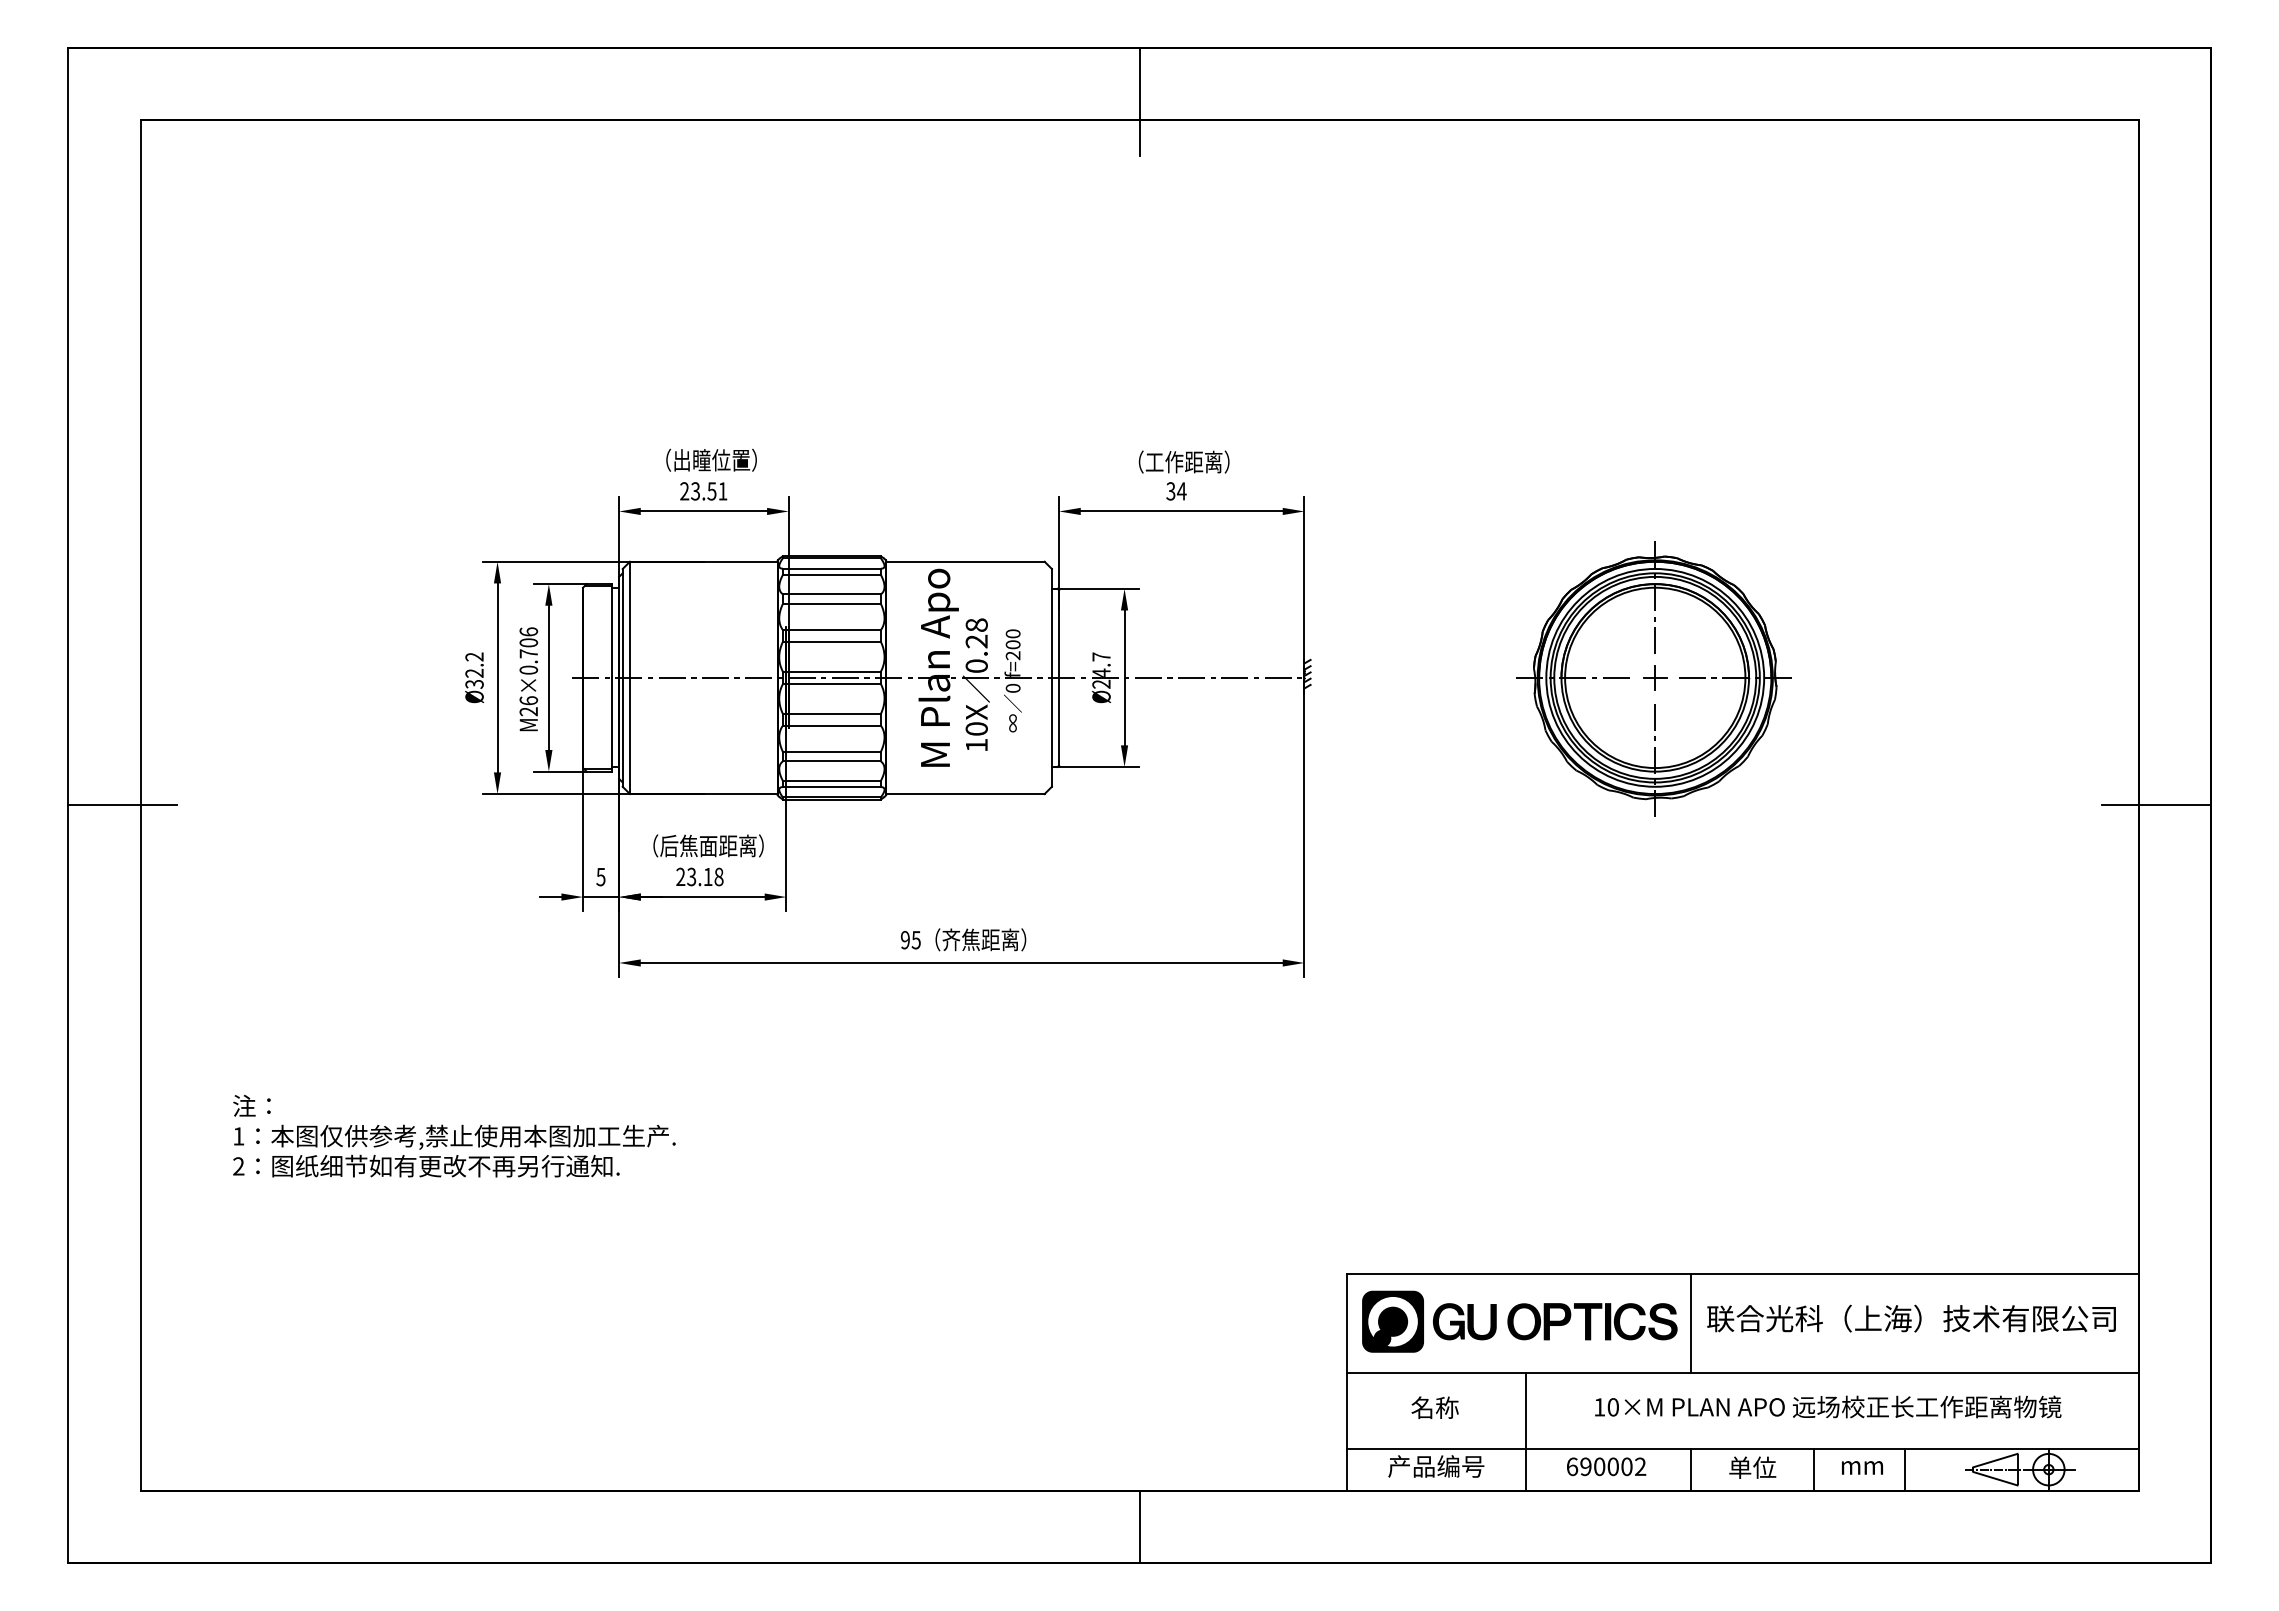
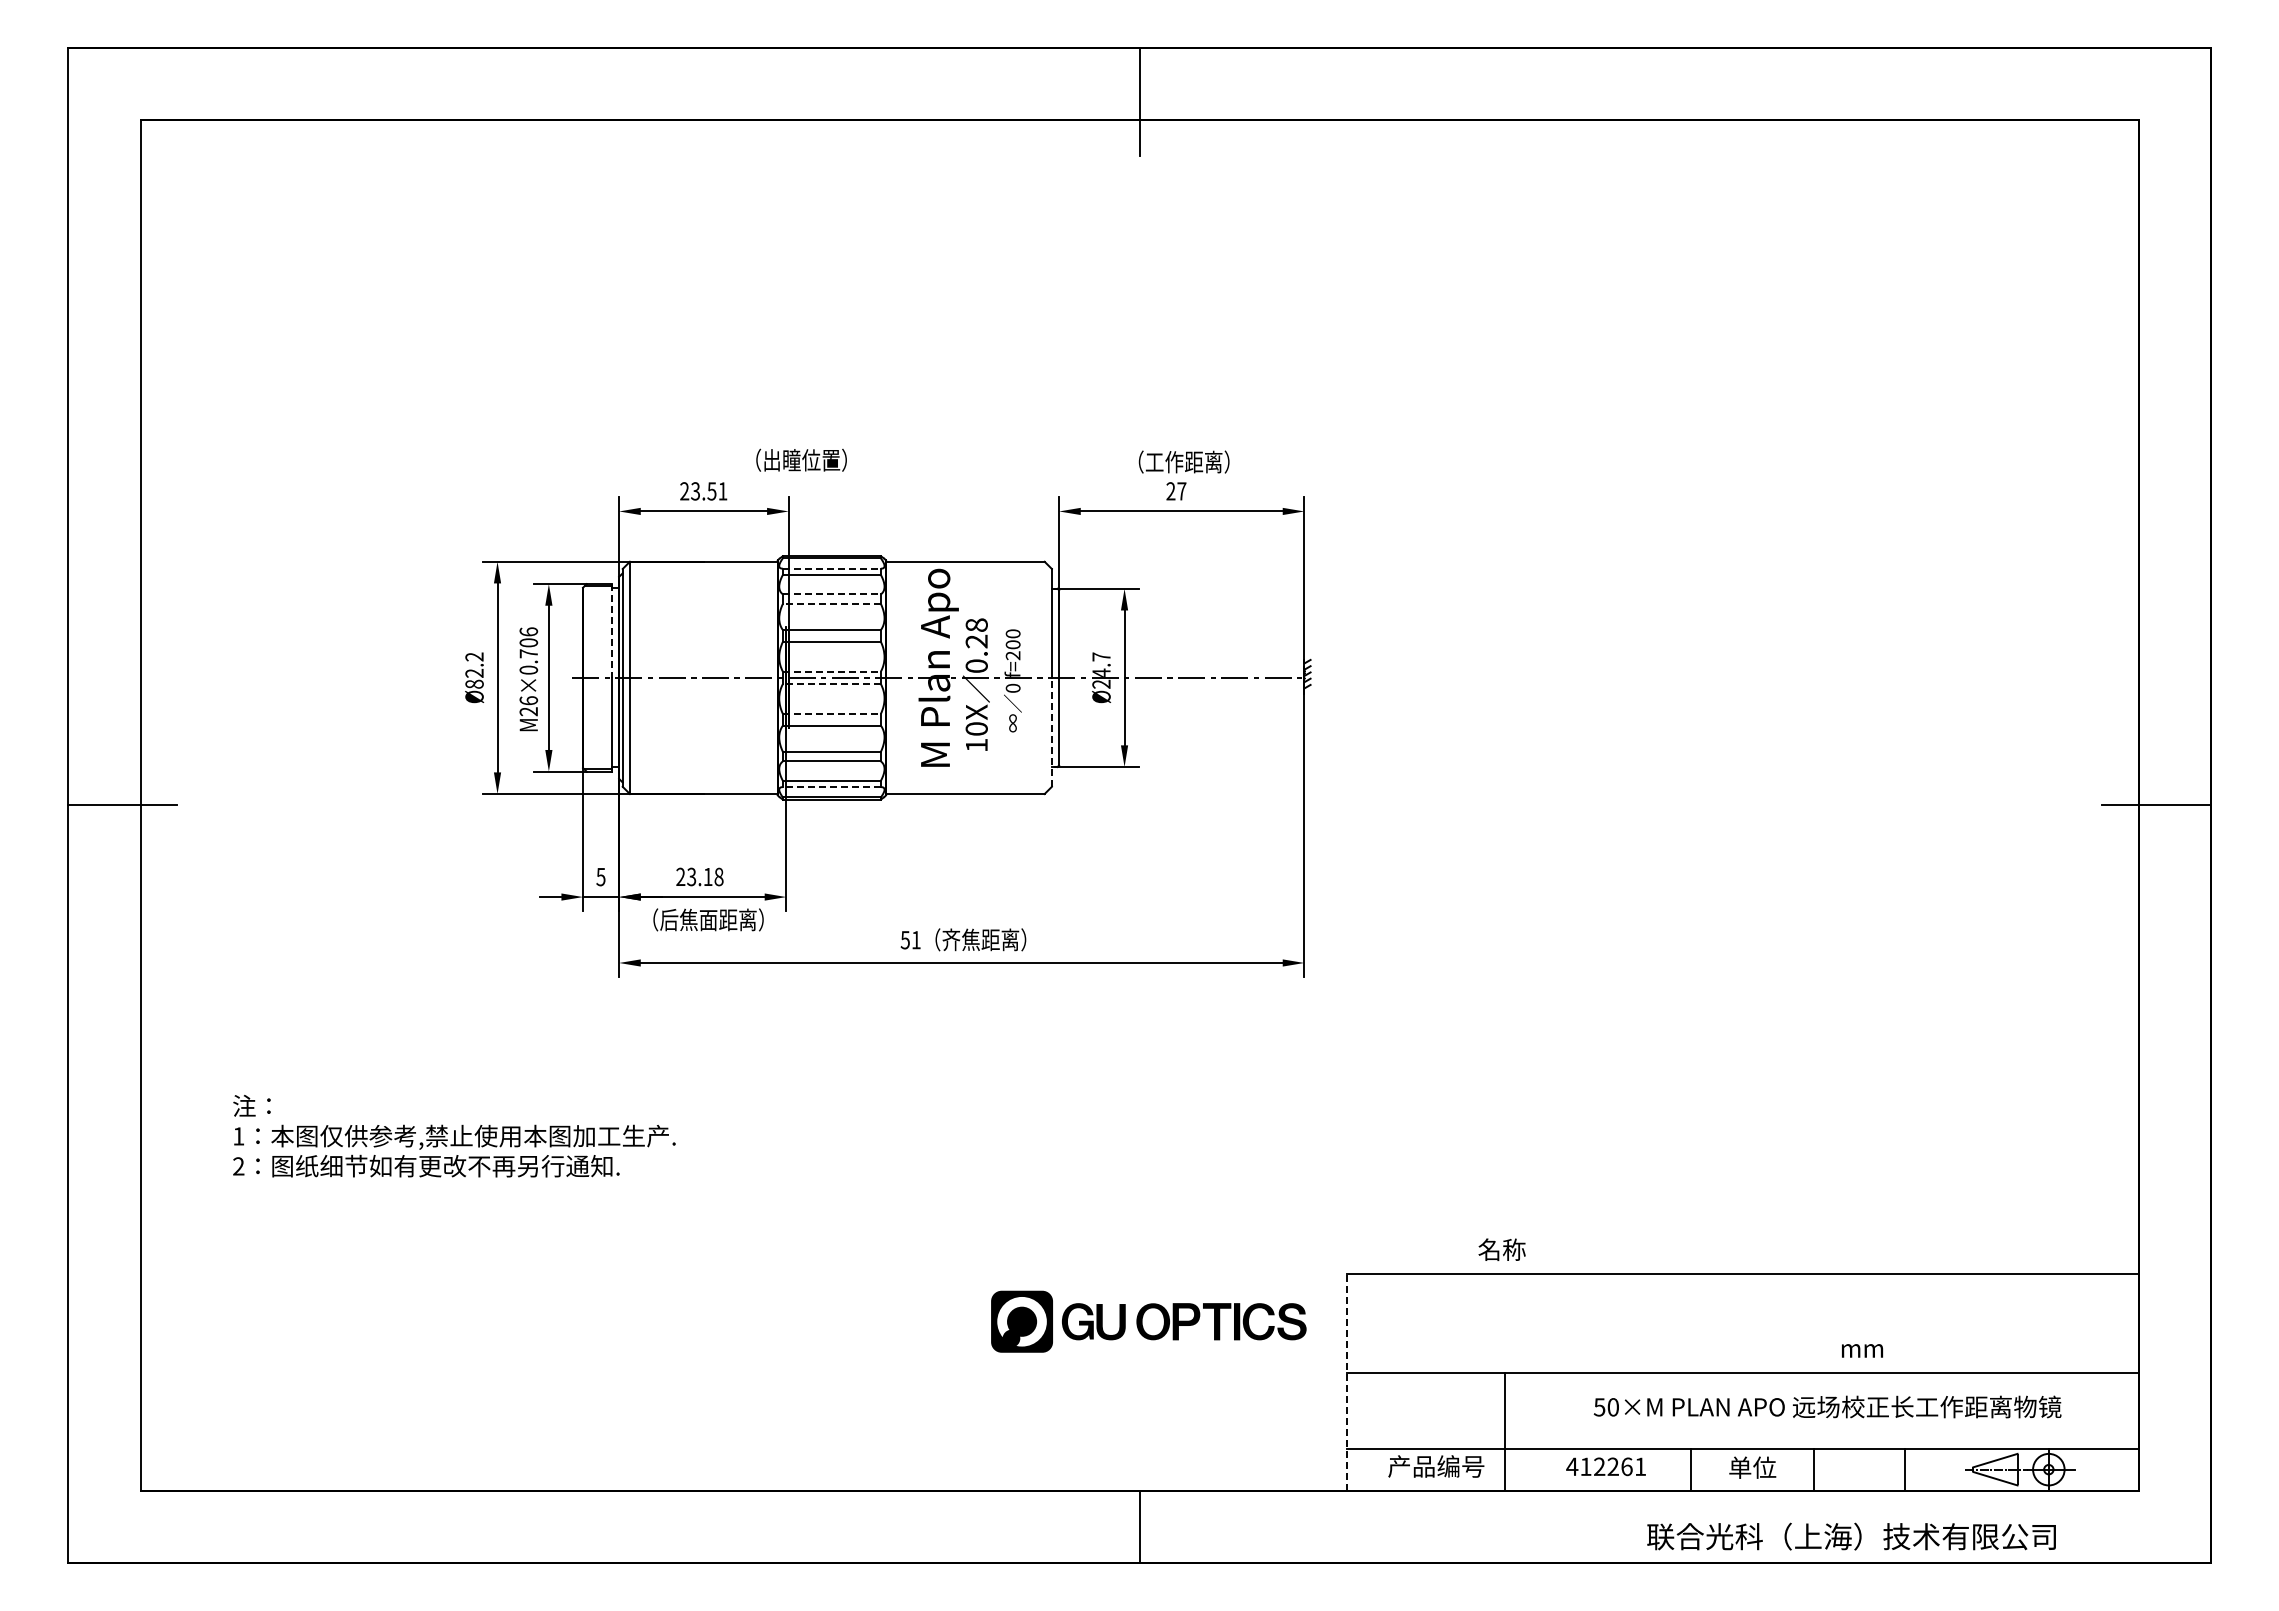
text at (711, 459) position: (711, 459) -> (801, 459)
text at (1176, 491): 34 -> 27
line at (832, 568): solid -> dashed
line at (832, 594): solid -> dashed
line at (831, 604): solid -> dashed
line at (611, 631): solid -> dashed
line at (832, 671): solid -> dashed
part at (1653, 678): present -> none
text at (474, 683): Ø32.2 -> Ø82.2
line at (831, 684): solid -> dashed
line at (832, 713): solid -> dashed
line at (1051, 731): solid -> dashed
line at (831, 787): solid -> dashed
text at (708, 845) position: (708, 845) -> (708, 919)
text at (910, 939): 95 -> 51
text at (1911, 1318) position: (1911, 1318) -> (1851, 1536)
part at (1519, 1321) position: (1519, 1321) -> (1148, 1321)
line at (1690, 1323): present -> none
line at (1347, 1382): solid -> dashed
text at (1434, 1407) position: (1434, 1407) -> (1501, 1249)
text at (1599, 1407): 10×M -> 50×M
line at (1525, 1431) position: (1525, 1431) -> (1504, 1431)
text at (1606, 1466): 690002 -> 412261
text at (1862, 1467) position: (1862, 1467) -> (1862, 1350)
